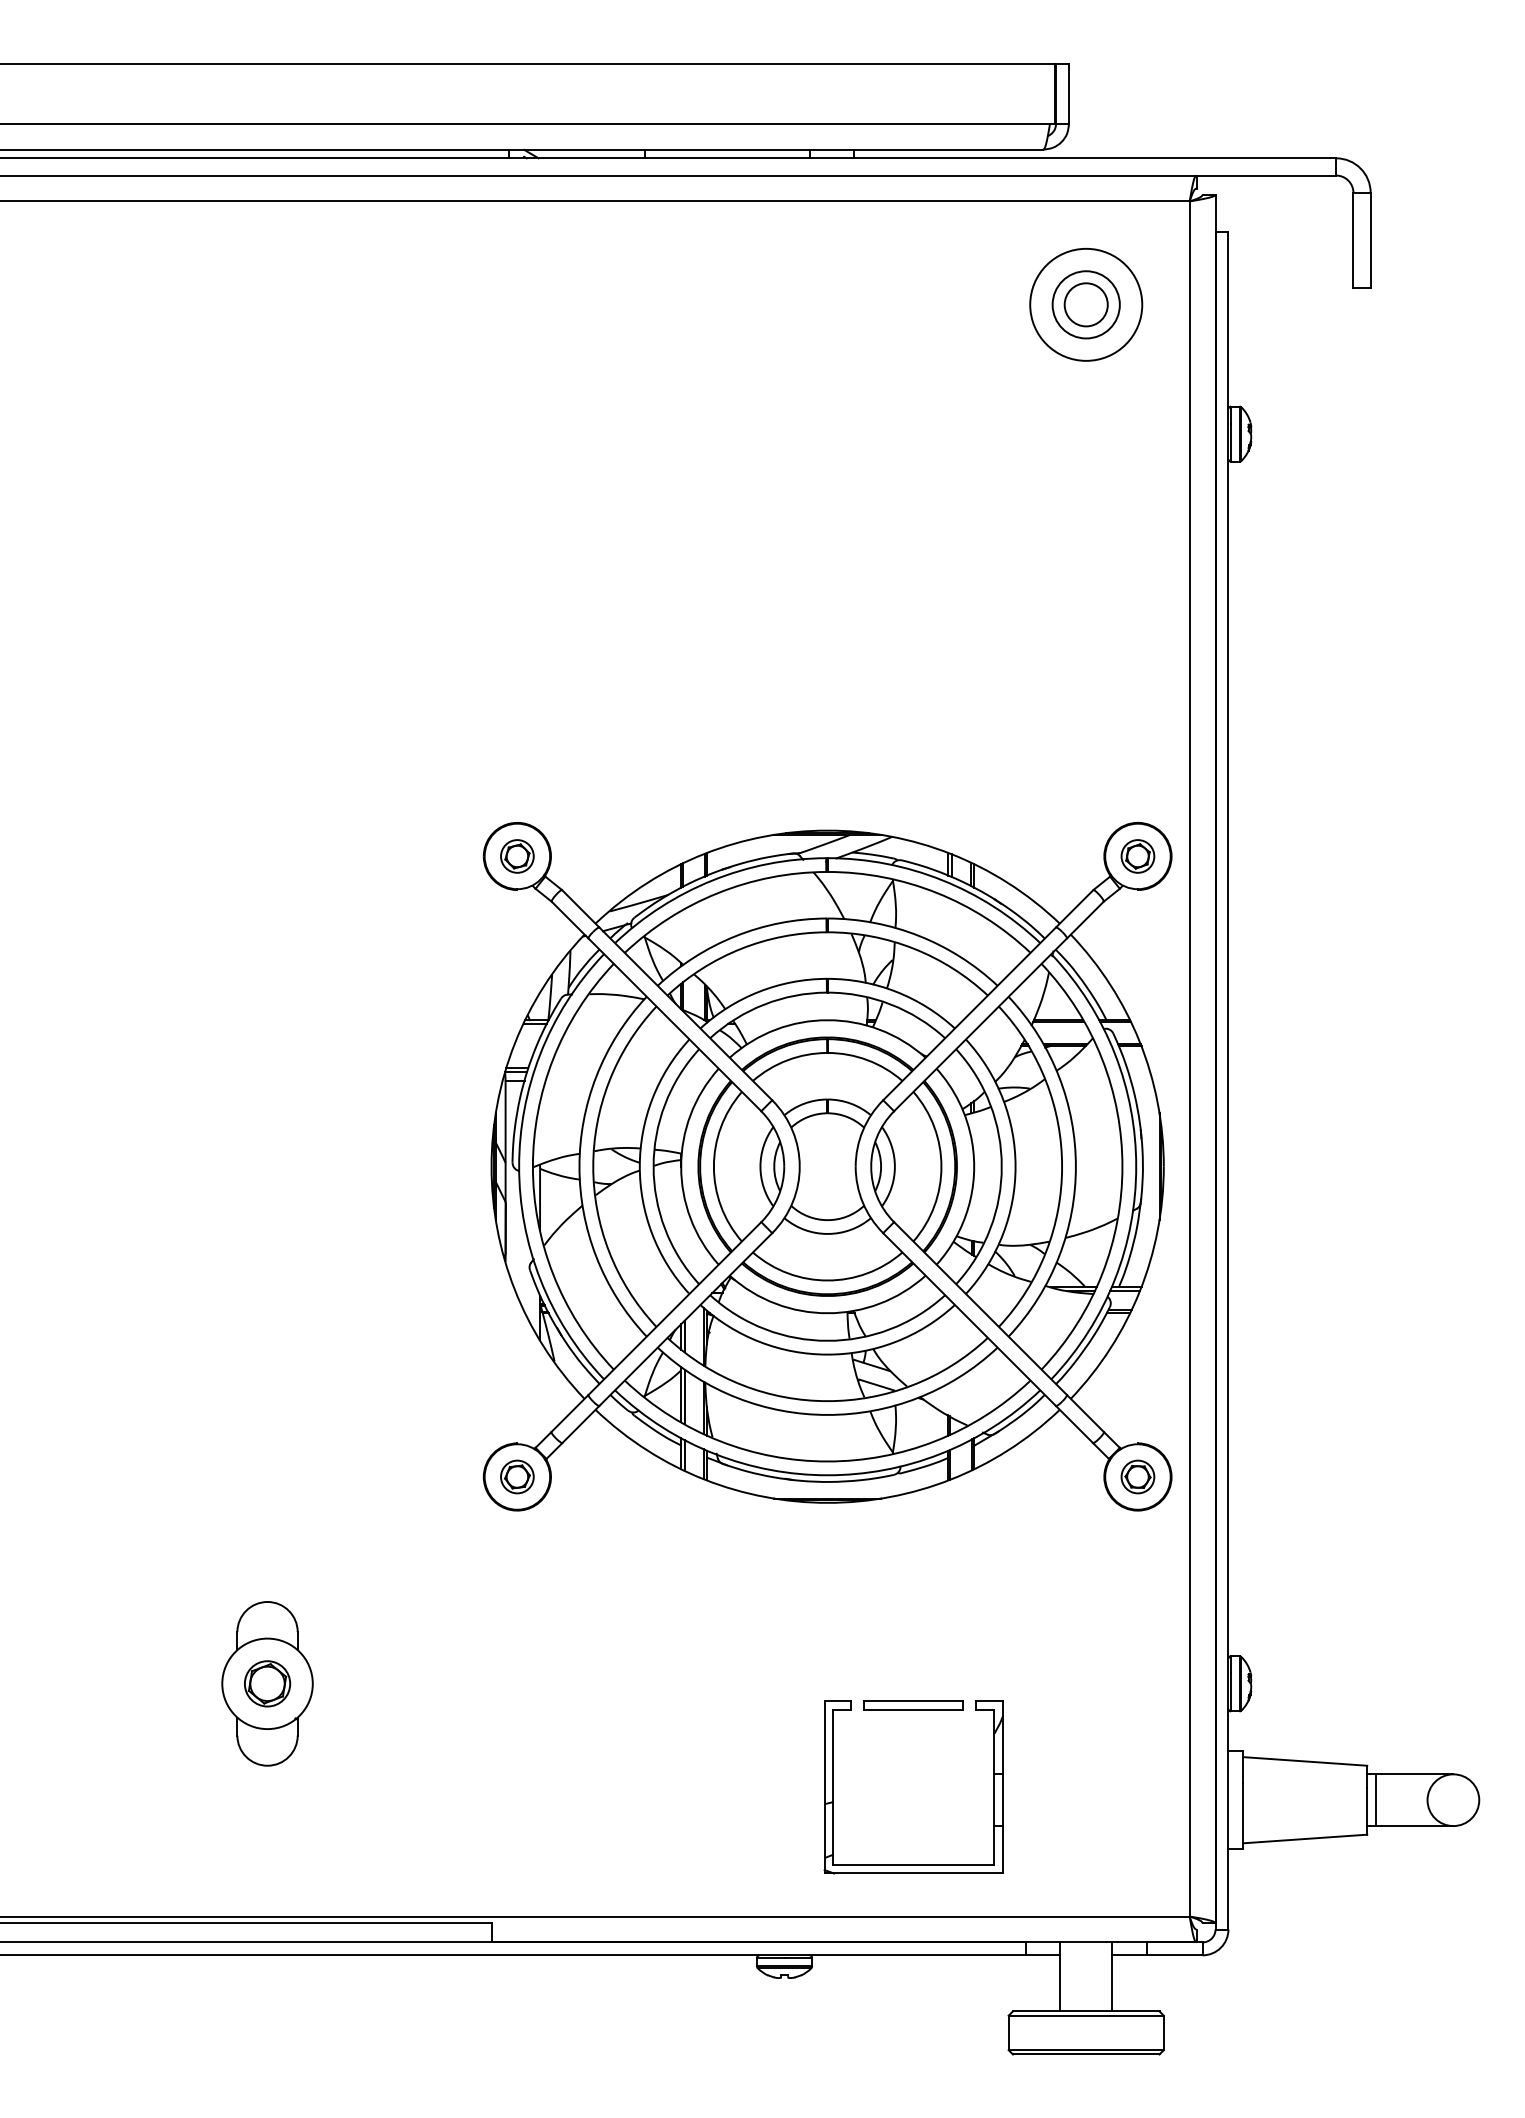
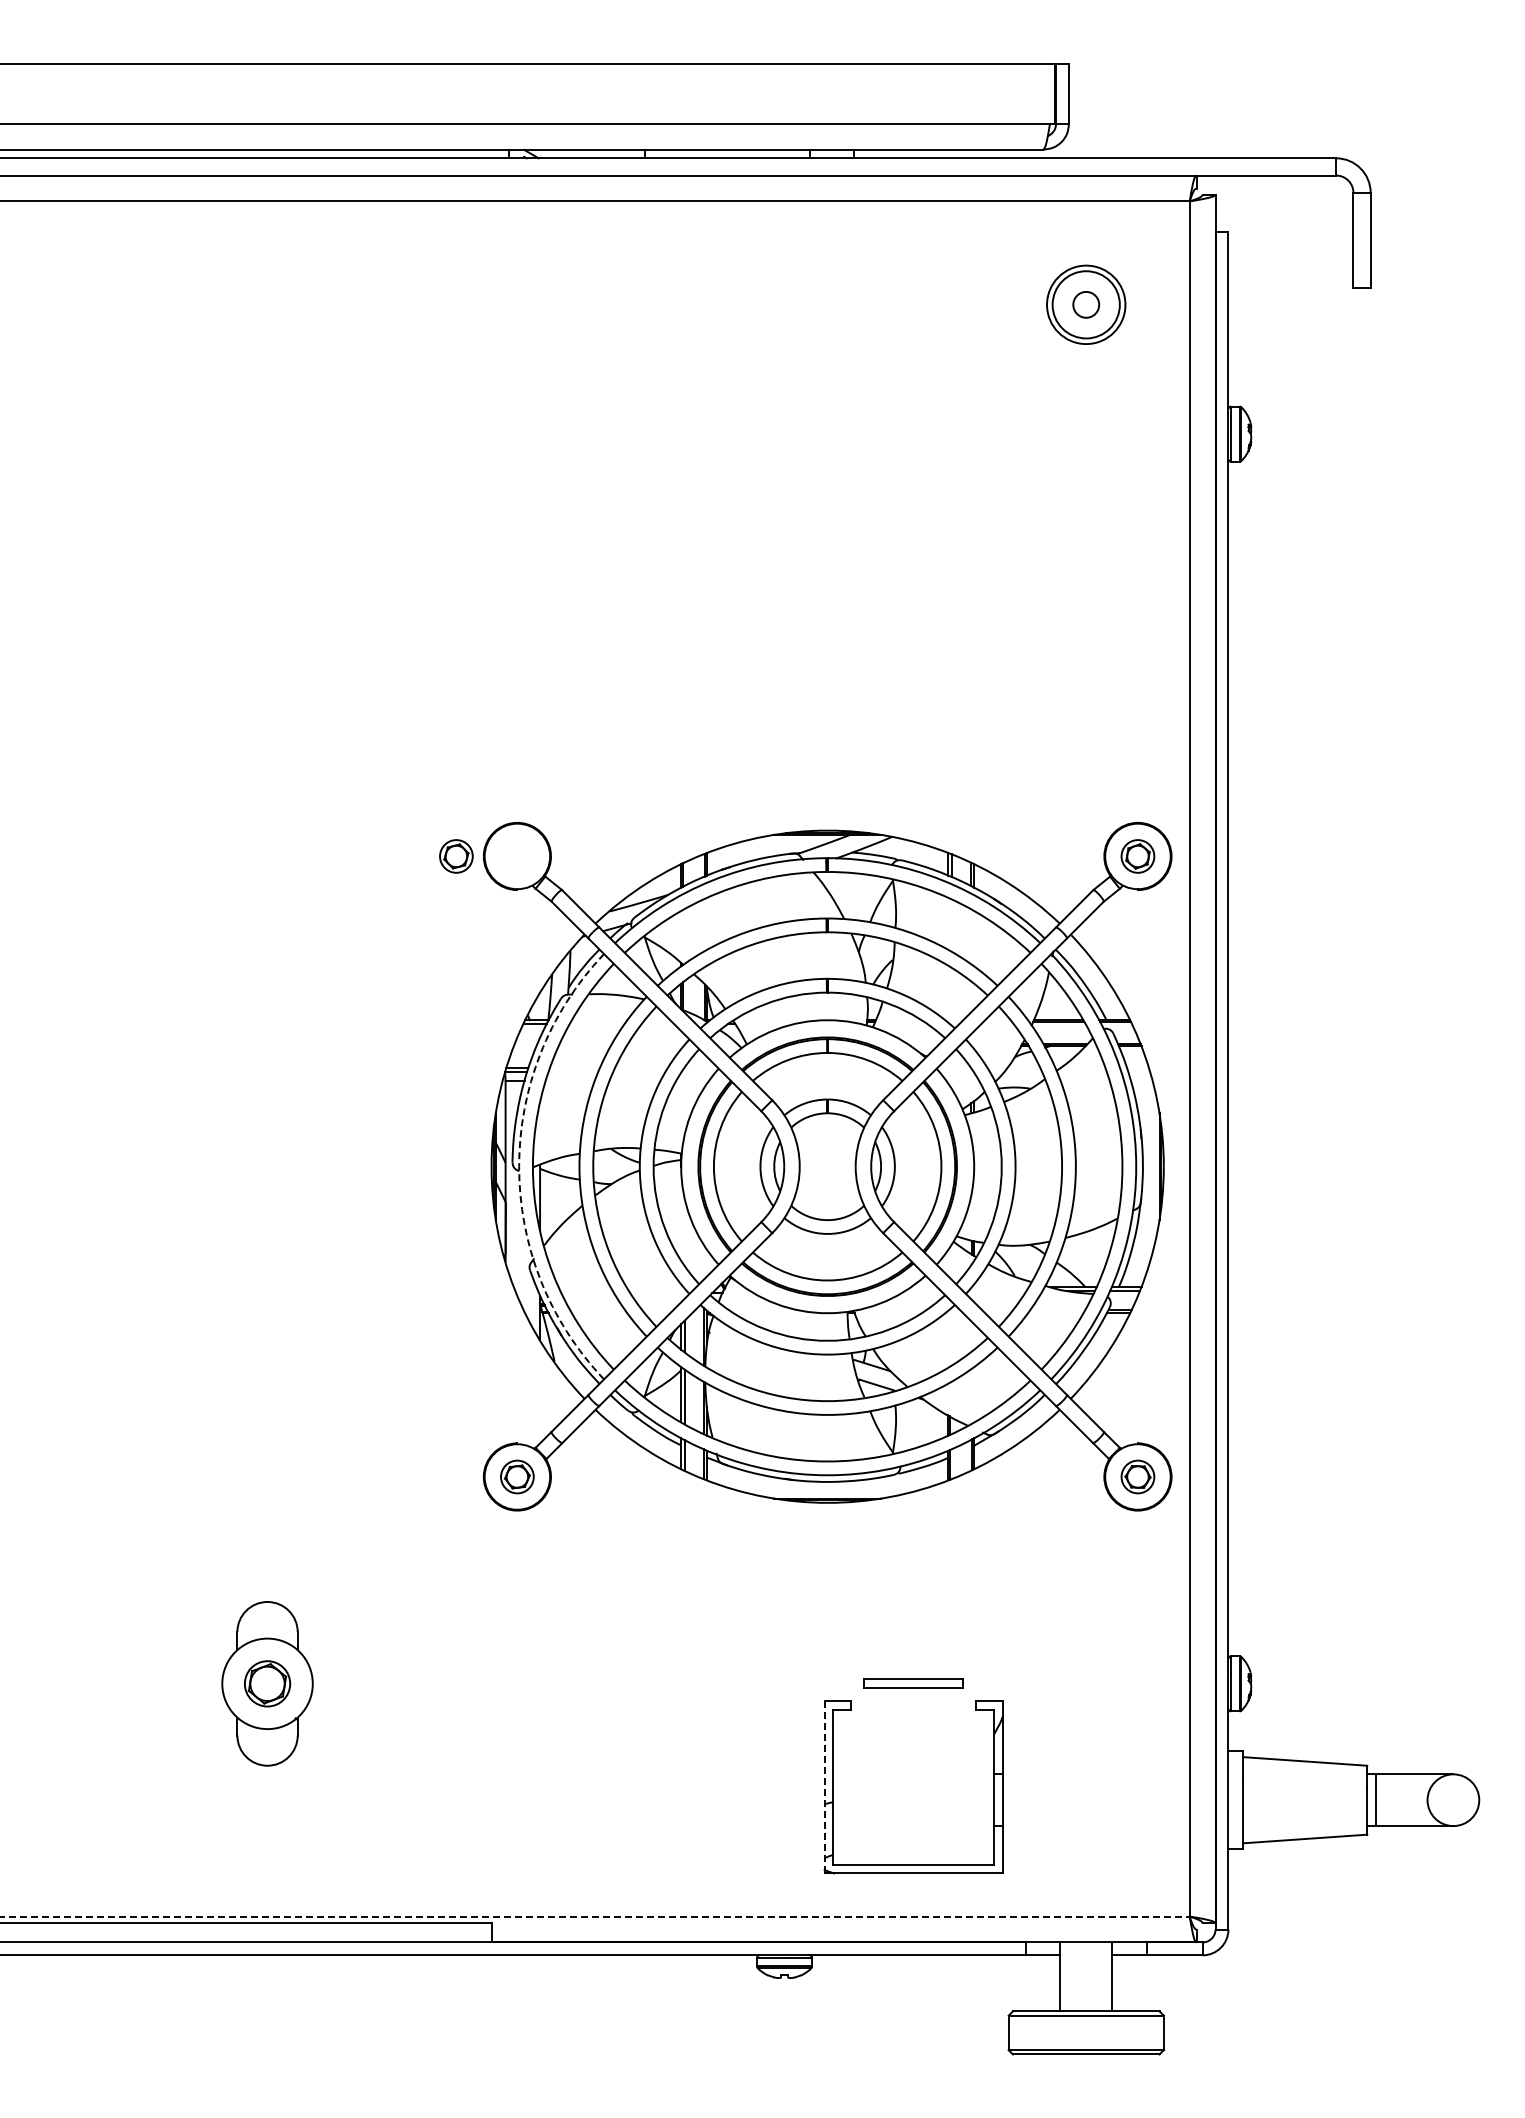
circle at (1085, 304) diameter: 43 px -> 26 px
circle at (1086, 304) diameter: 112 px -> 78 px
part at (517, 856) position: (517, 856) -> (456, 856)
arc at (519, 1166): solid -> dashed
part at (913, 1705) position: (913, 1705) -> (913, 1683)
line at (824, 1787): solid -> dashed
line at (595, 1916): solid -> dashed
